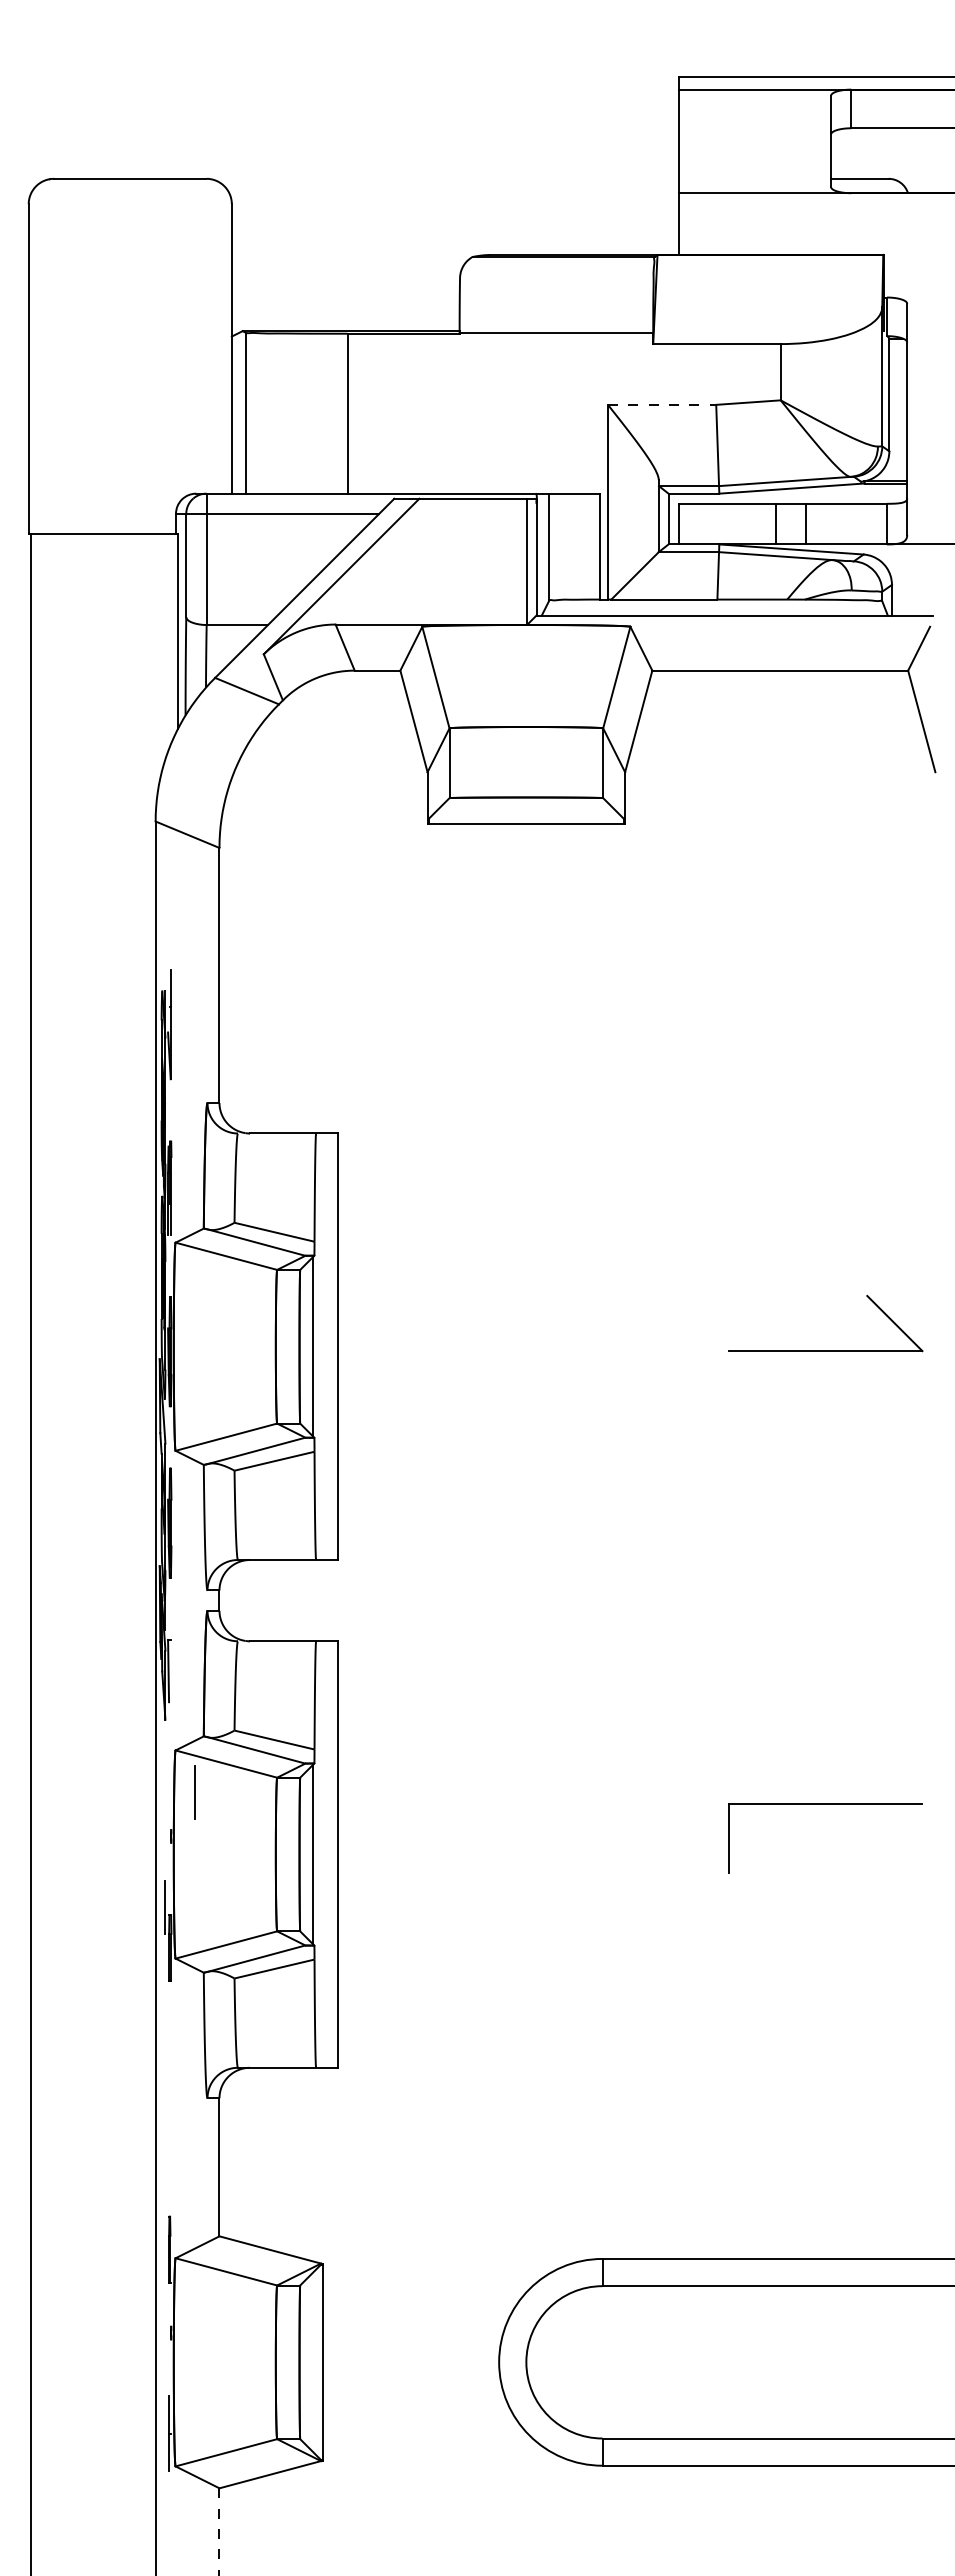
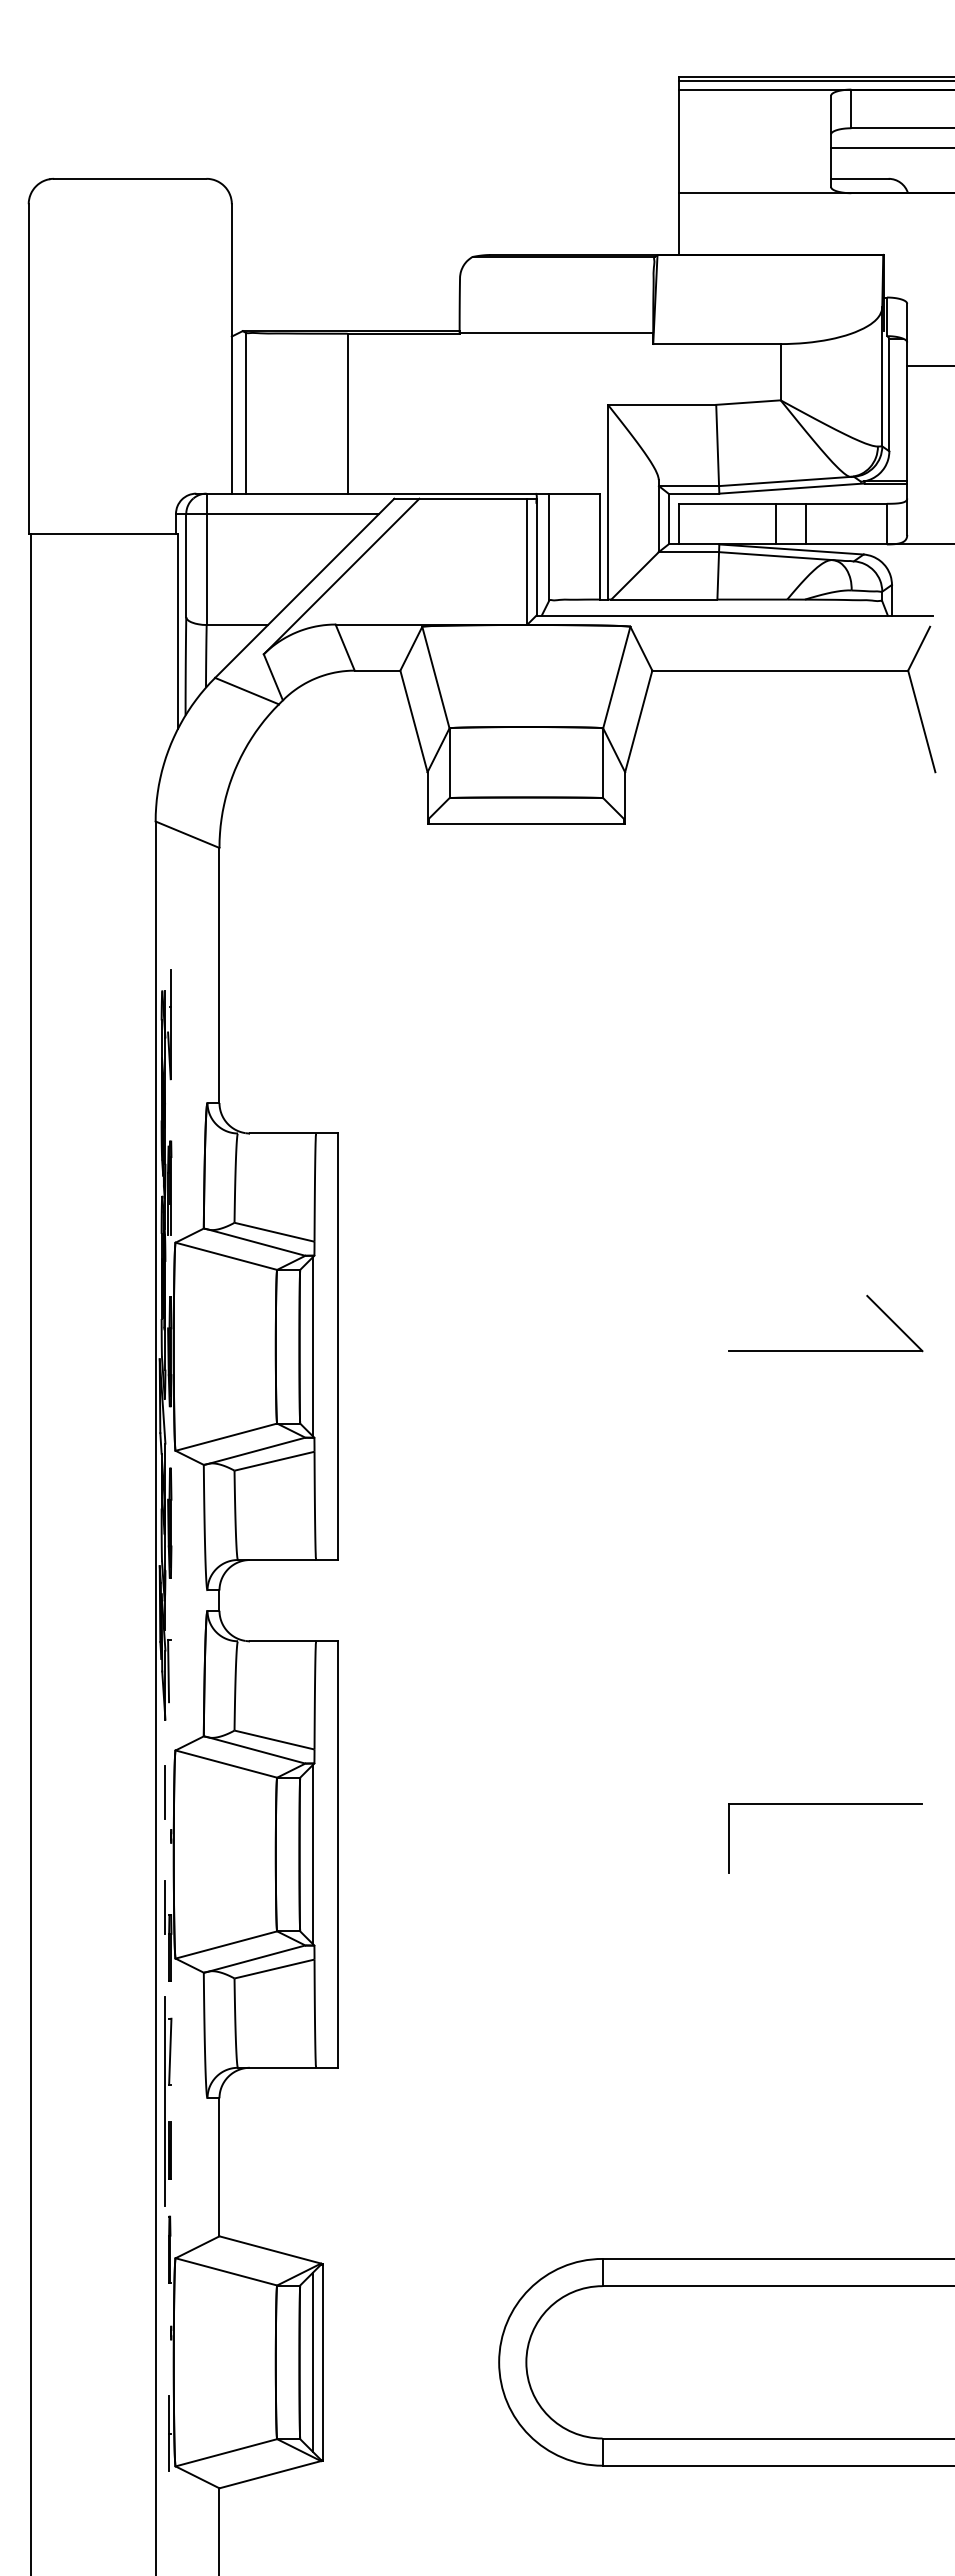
line at (814, 80): none -> present
line at (891, 148): none -> present
line at (929, 366): none -> present
line at (662, 404): dashed -> solid
line at (194, 1792) position: (194, 1792) -> (164, 1792)
part at (168, 2101): none -> present
line at (313, 2362): none -> present
line at (219, 2532): dashed -> solid
